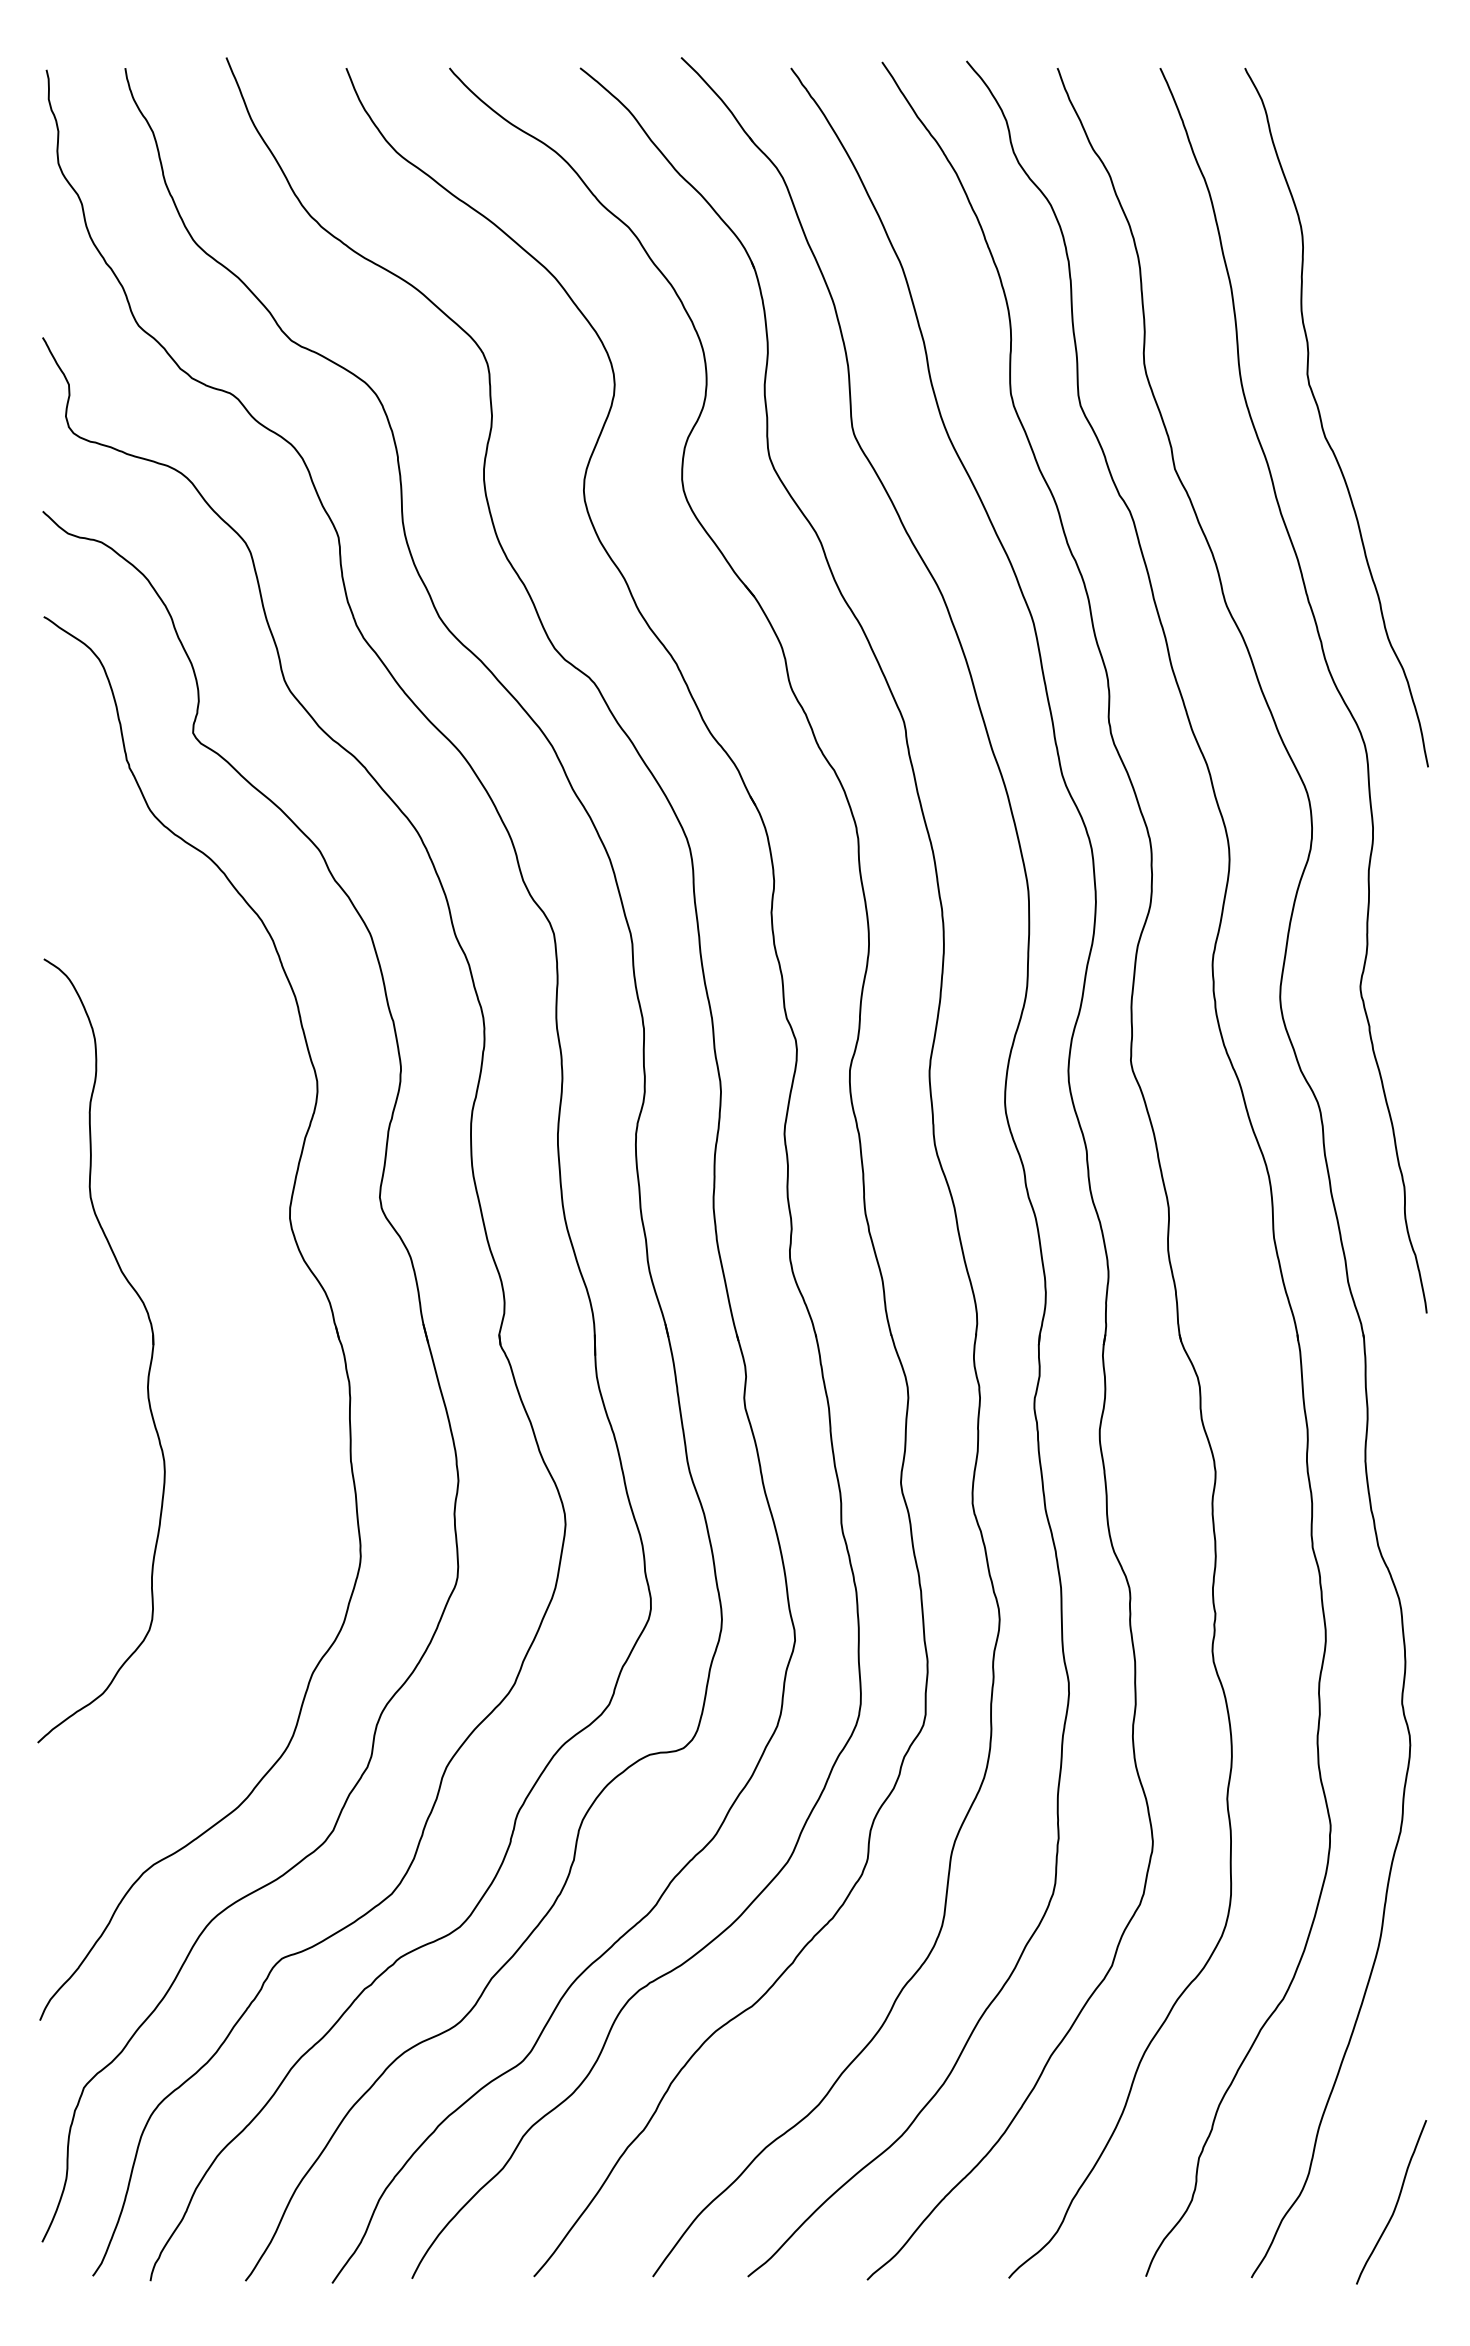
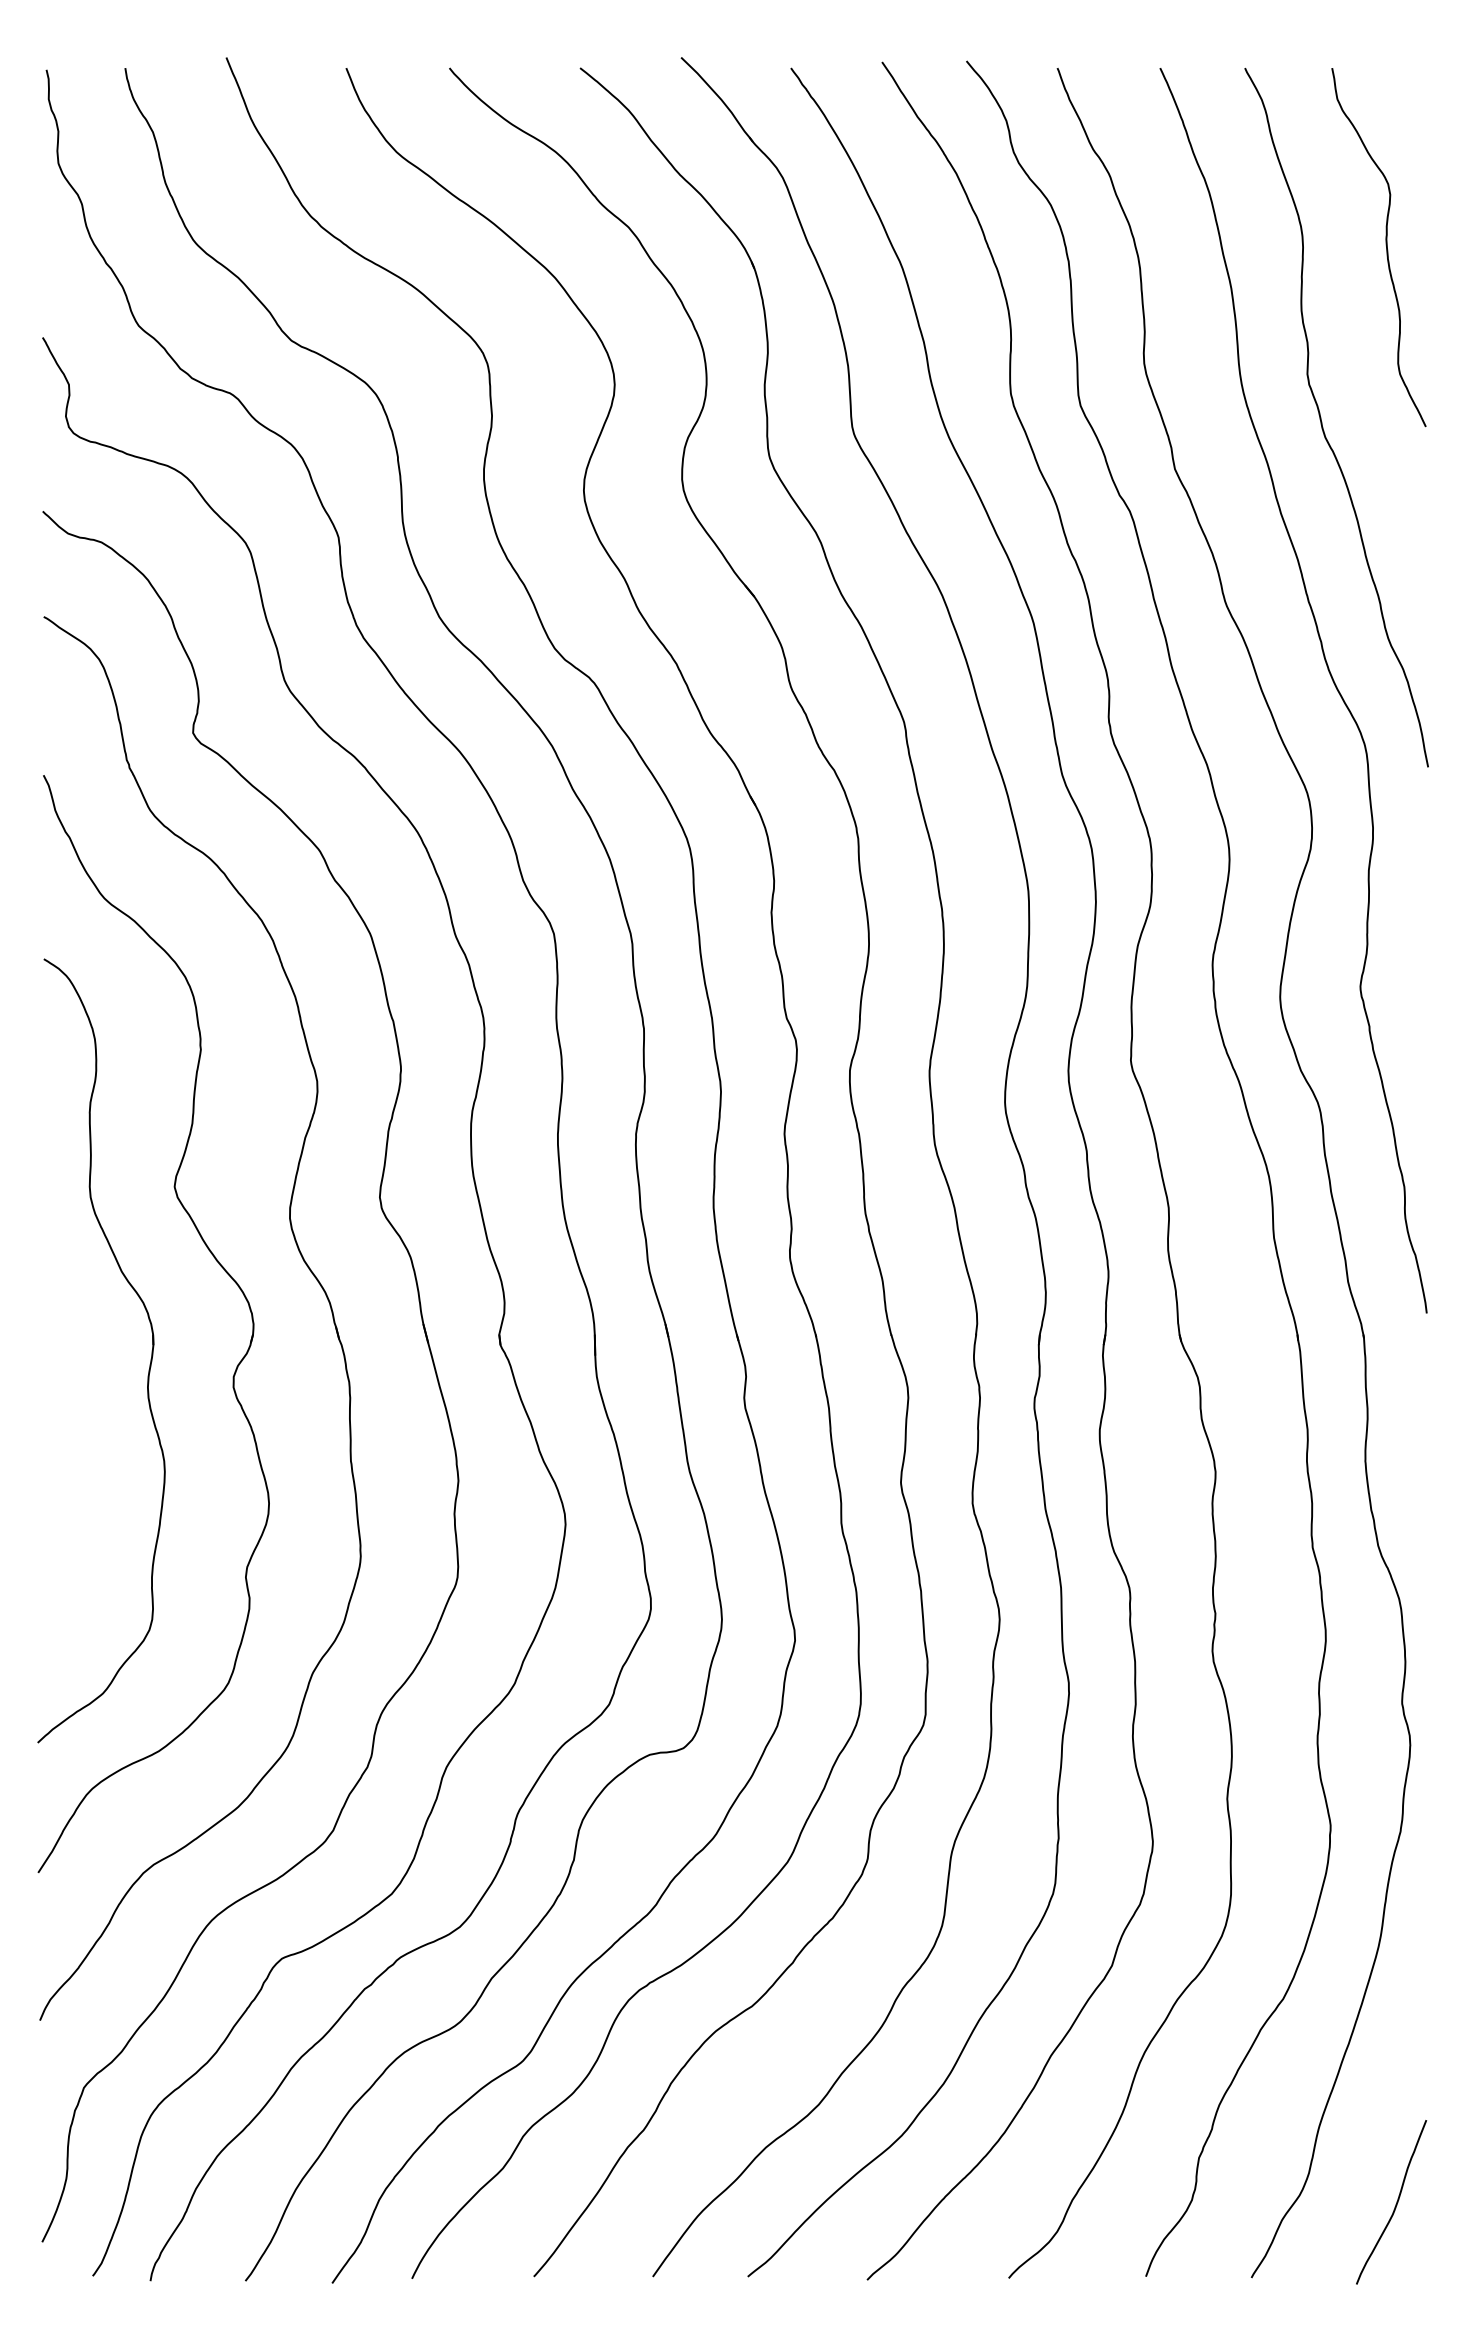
curve at (1385, 245): none -> present
part at (219, 1265): none -> present
